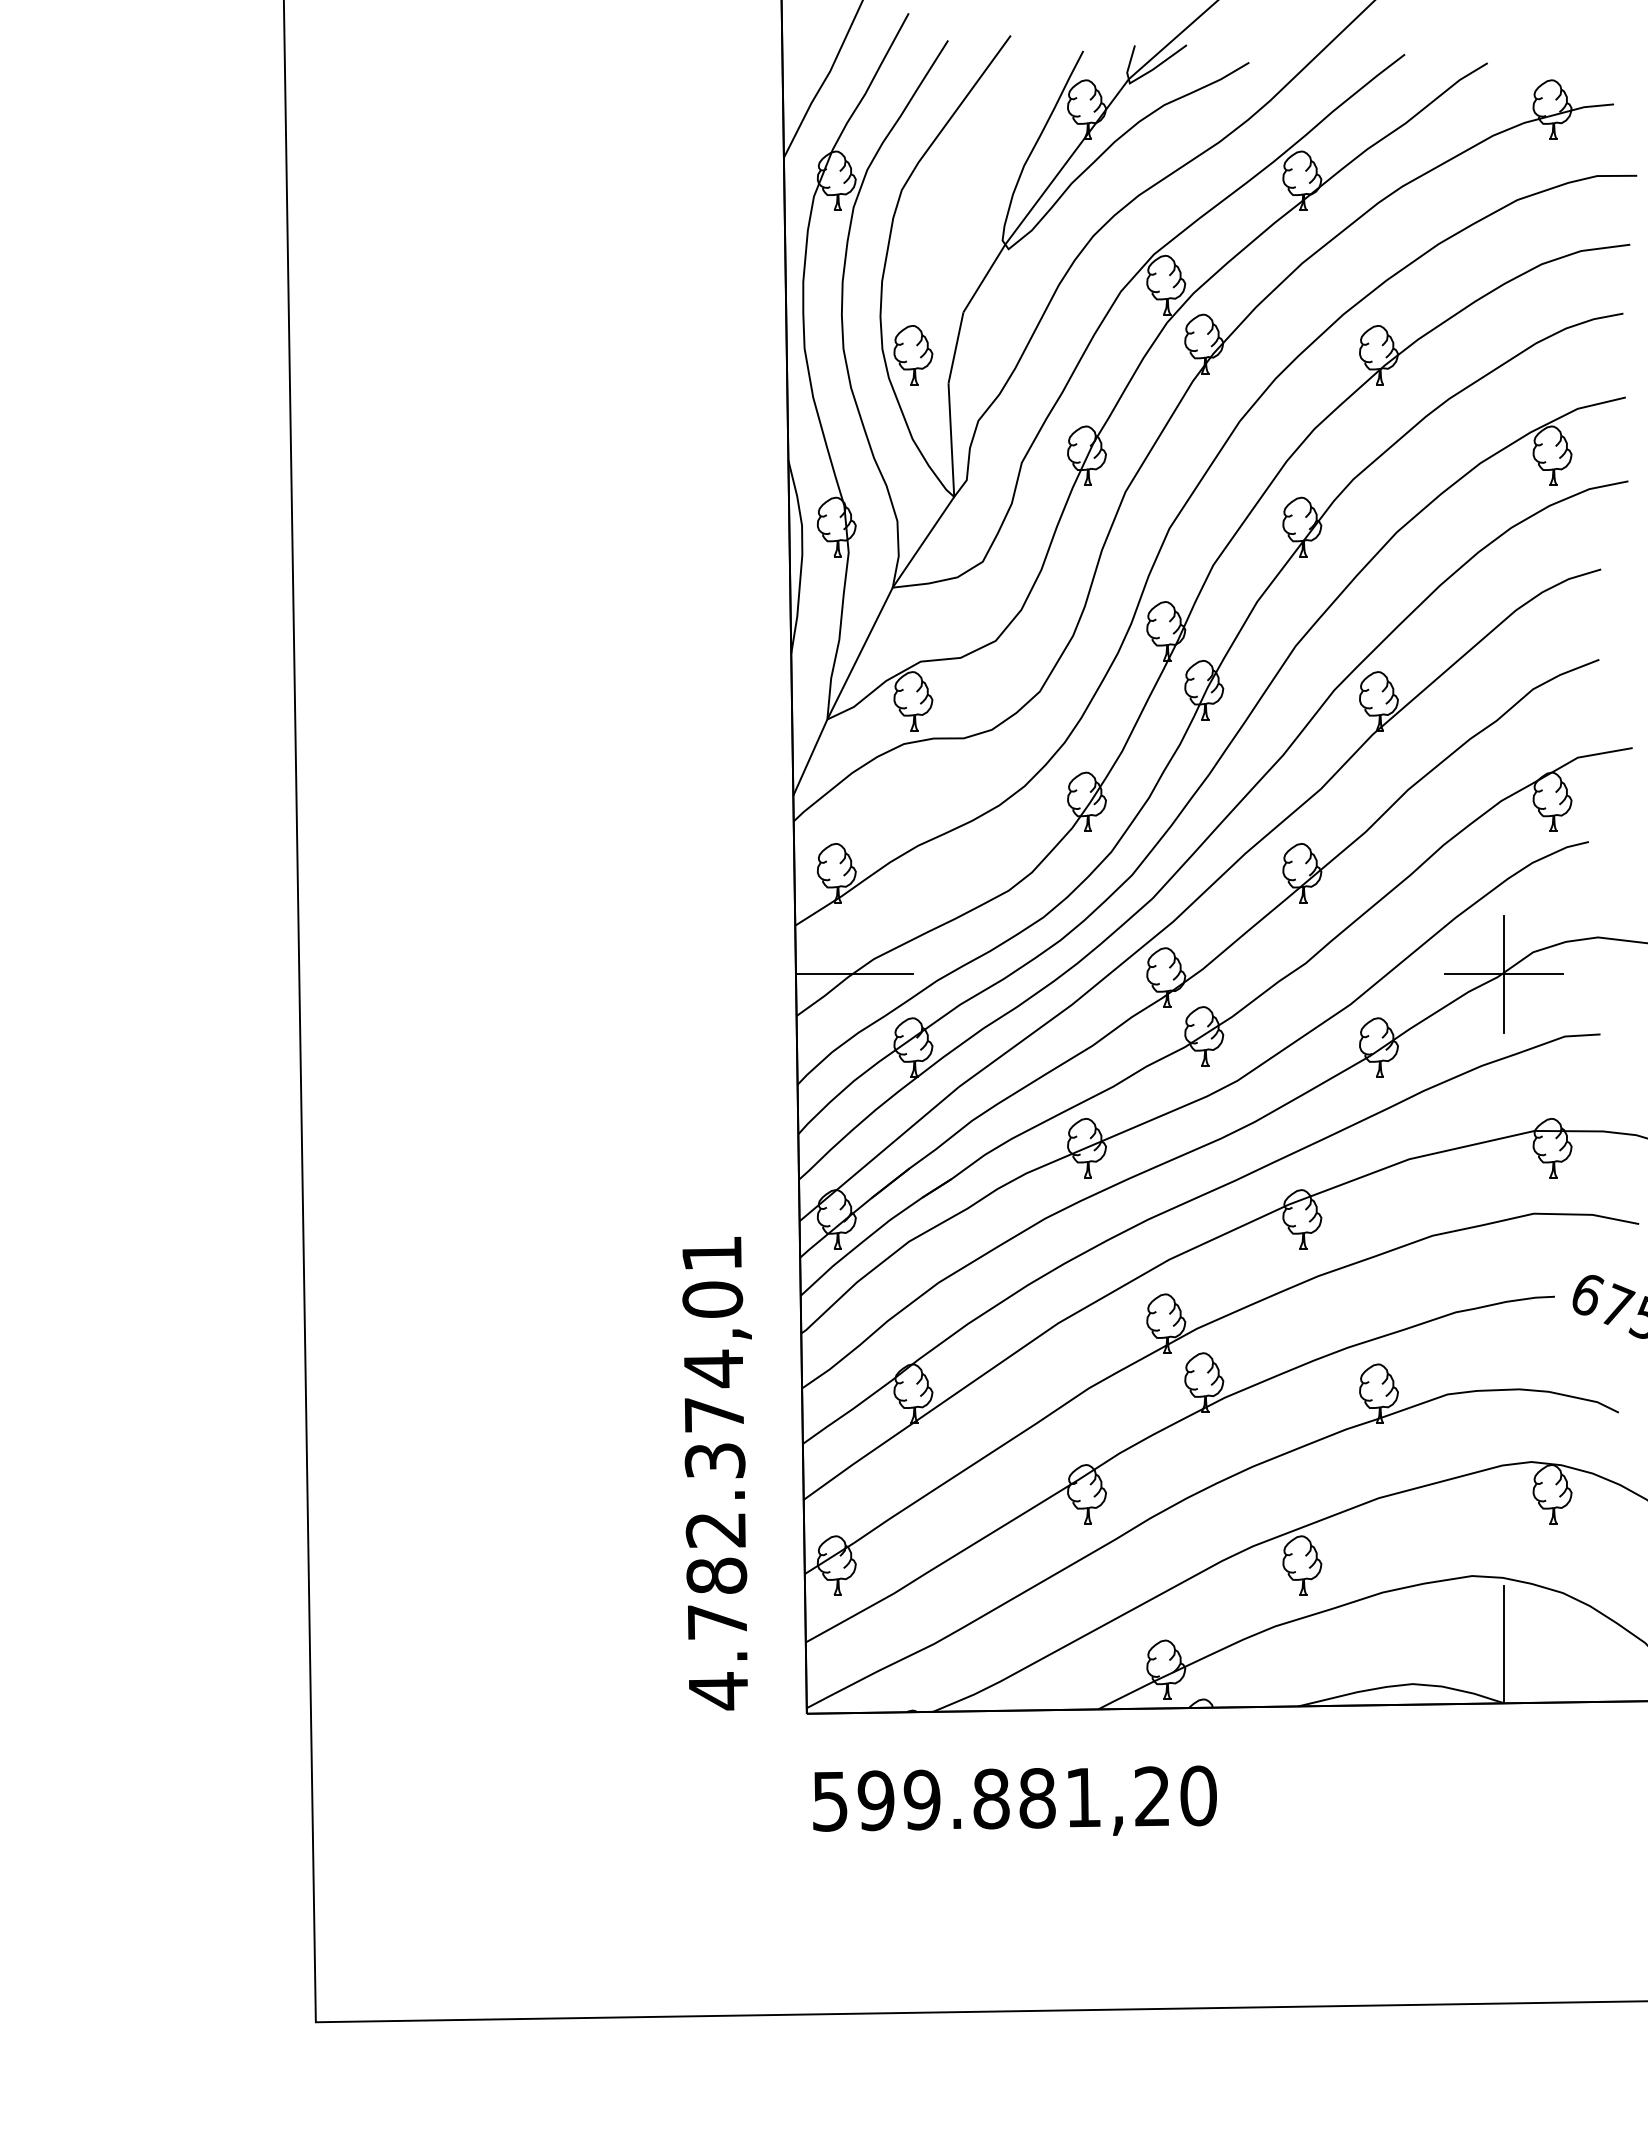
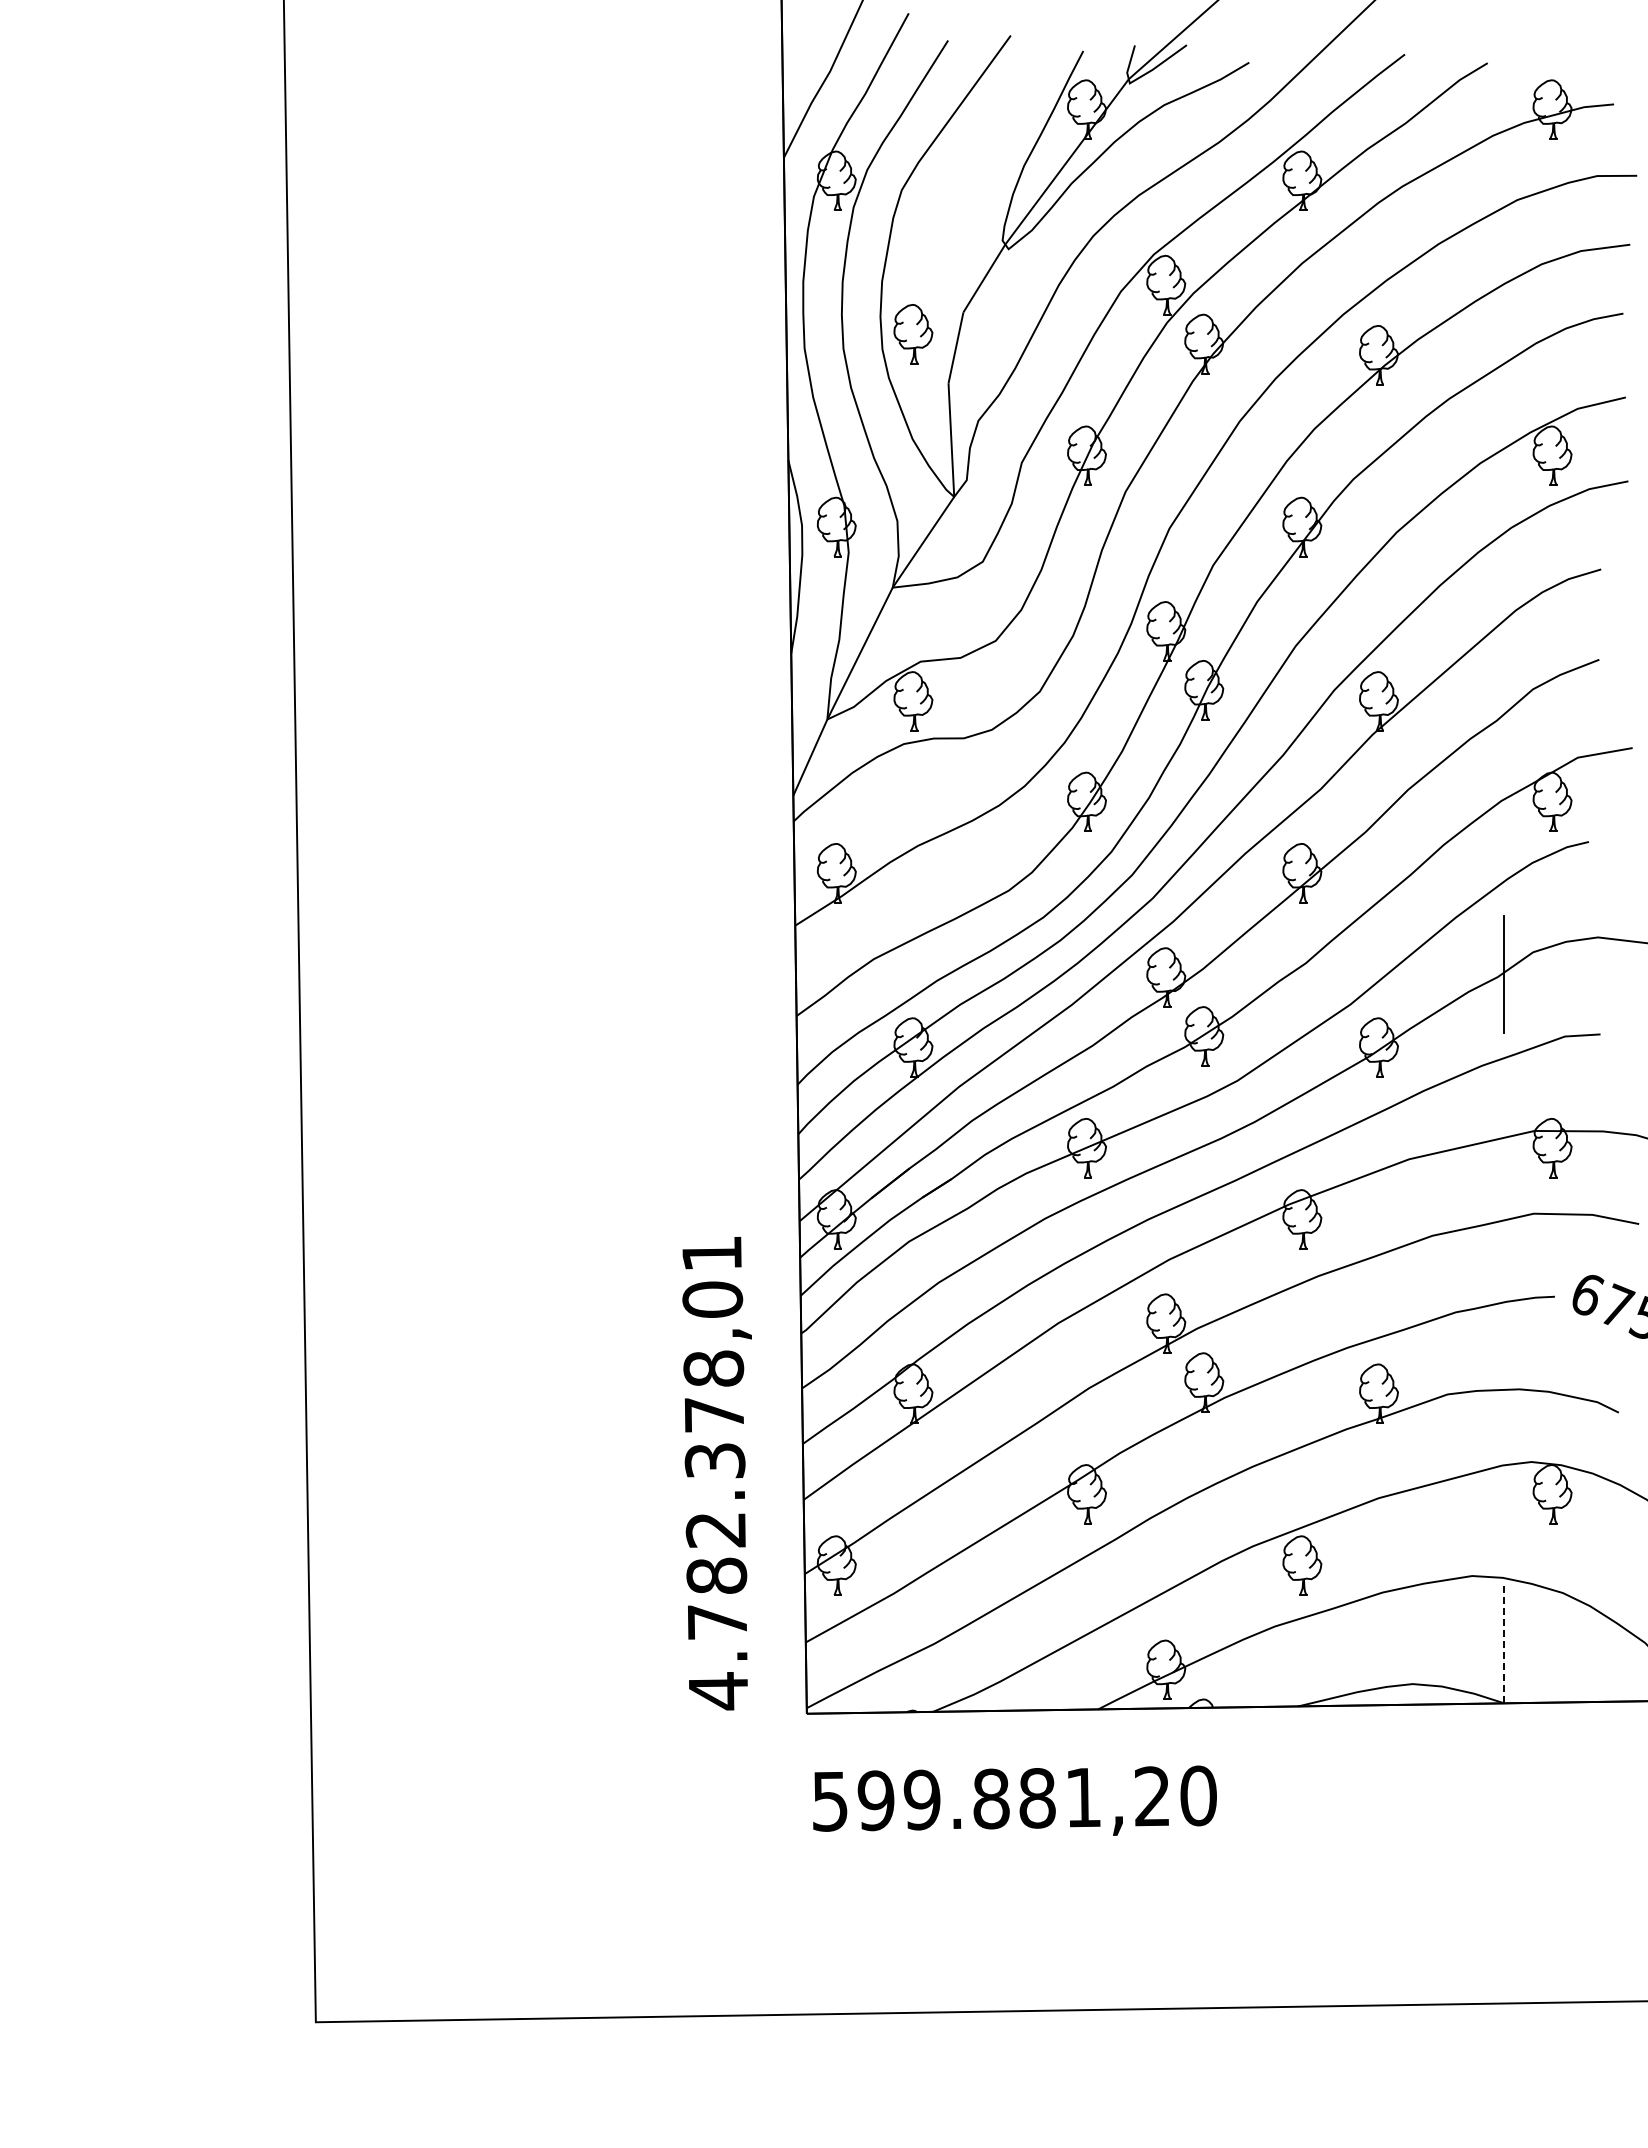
part at (913, 355) position: (913, 355) -> (913, 334)
line at (854, 974): present -> none
line at (1503, 974): present -> none
text at (713, 1368): 4.782.374,01 -> 4.782.378,01
line at (1504, 1644): solid -> dashed
